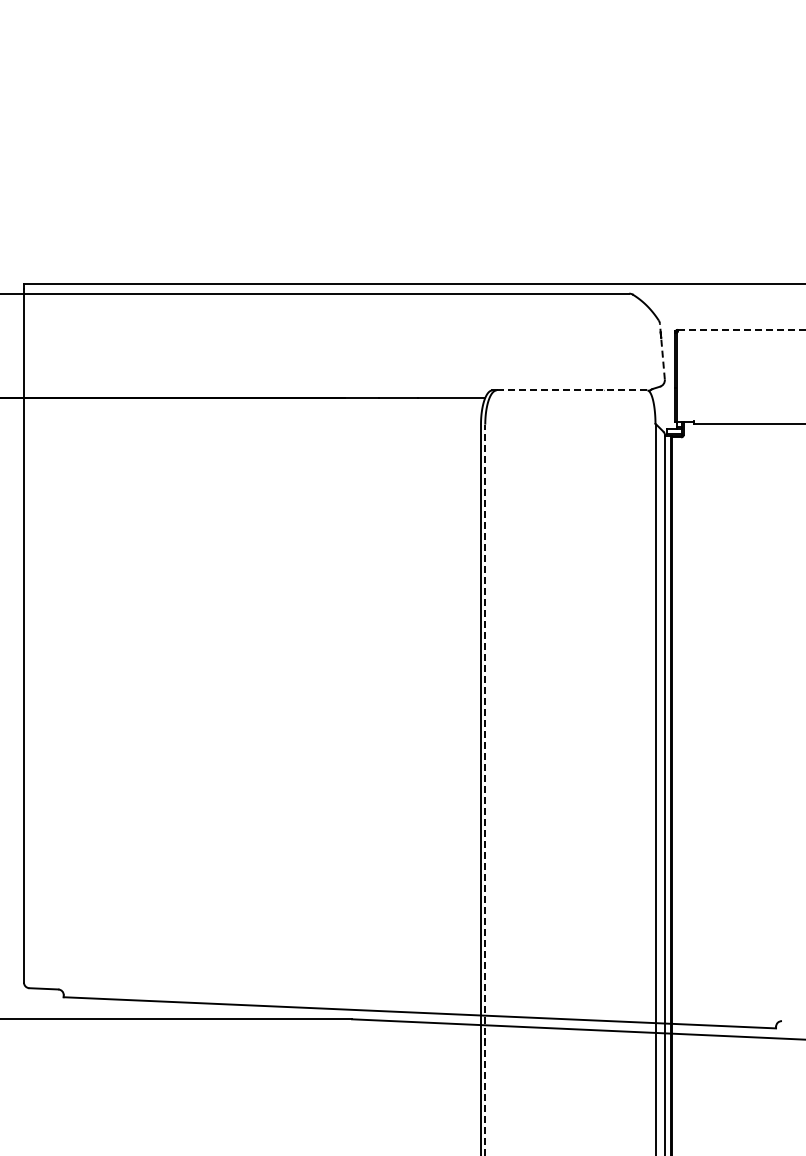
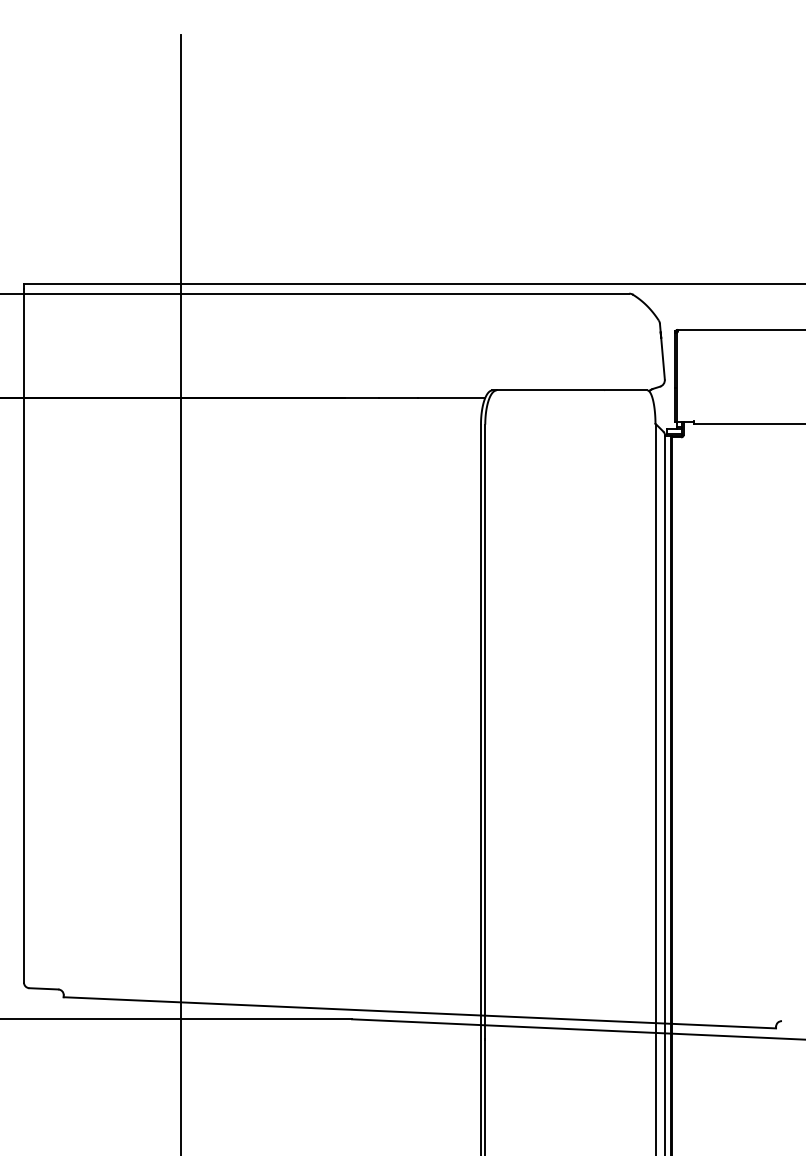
line at (741, 329): dashed -> solid
line at (662, 351): dashed -> solid
line at (571, 390): dashed -> solid
line at (181, 593): none -> present
line at (485, 789): dashed -> solid
